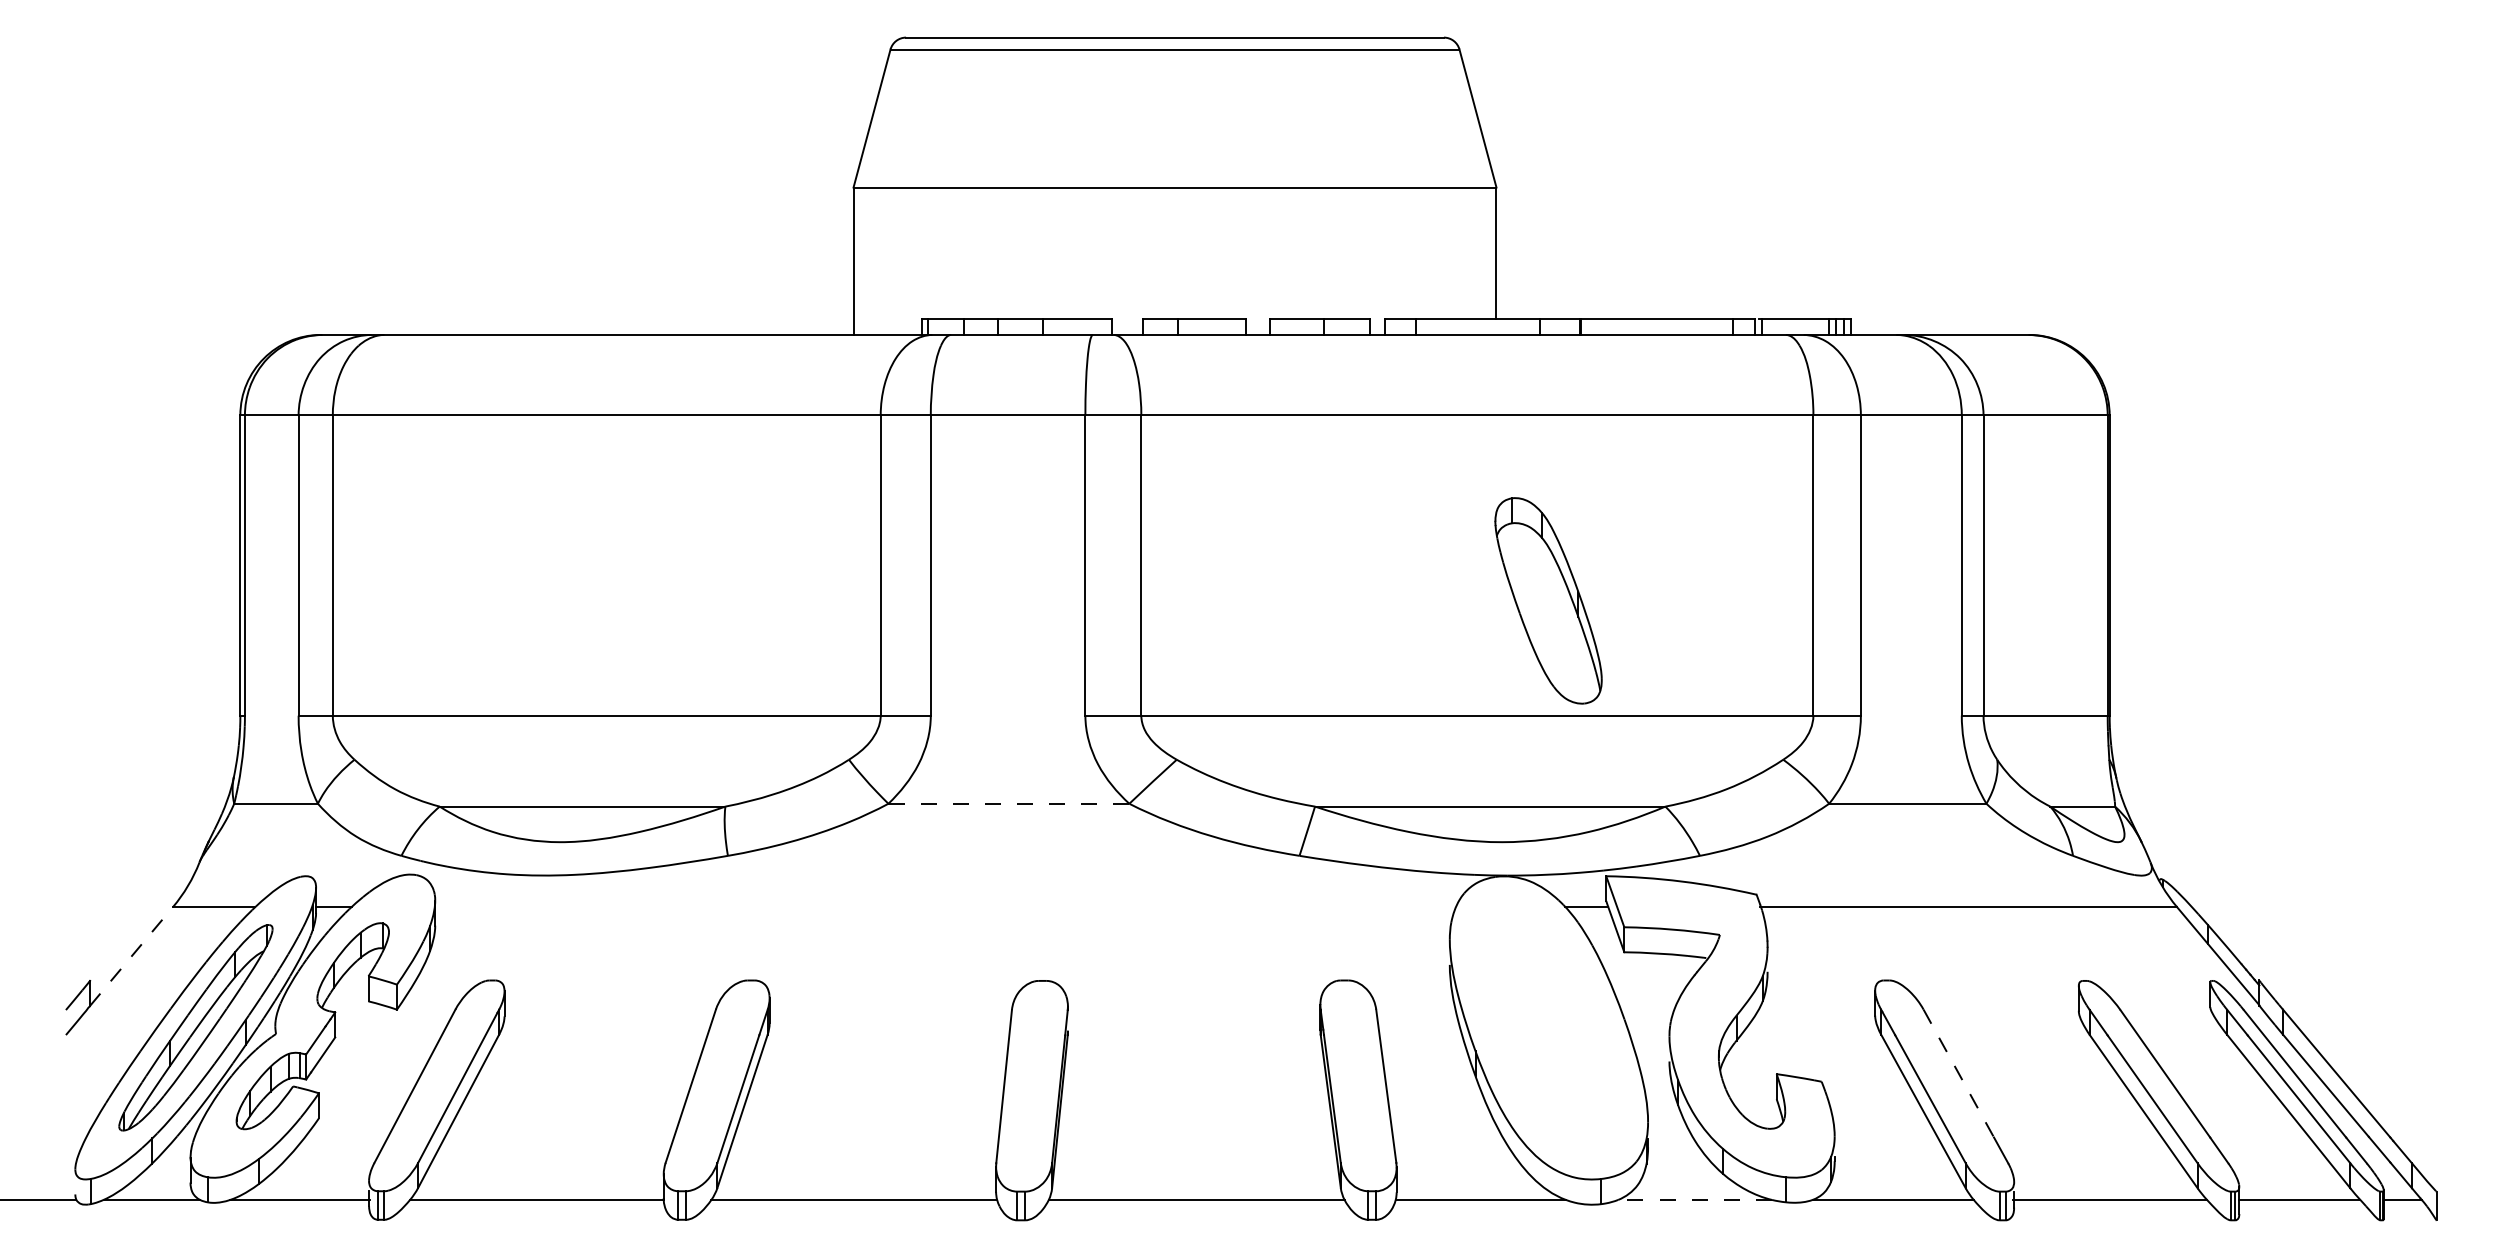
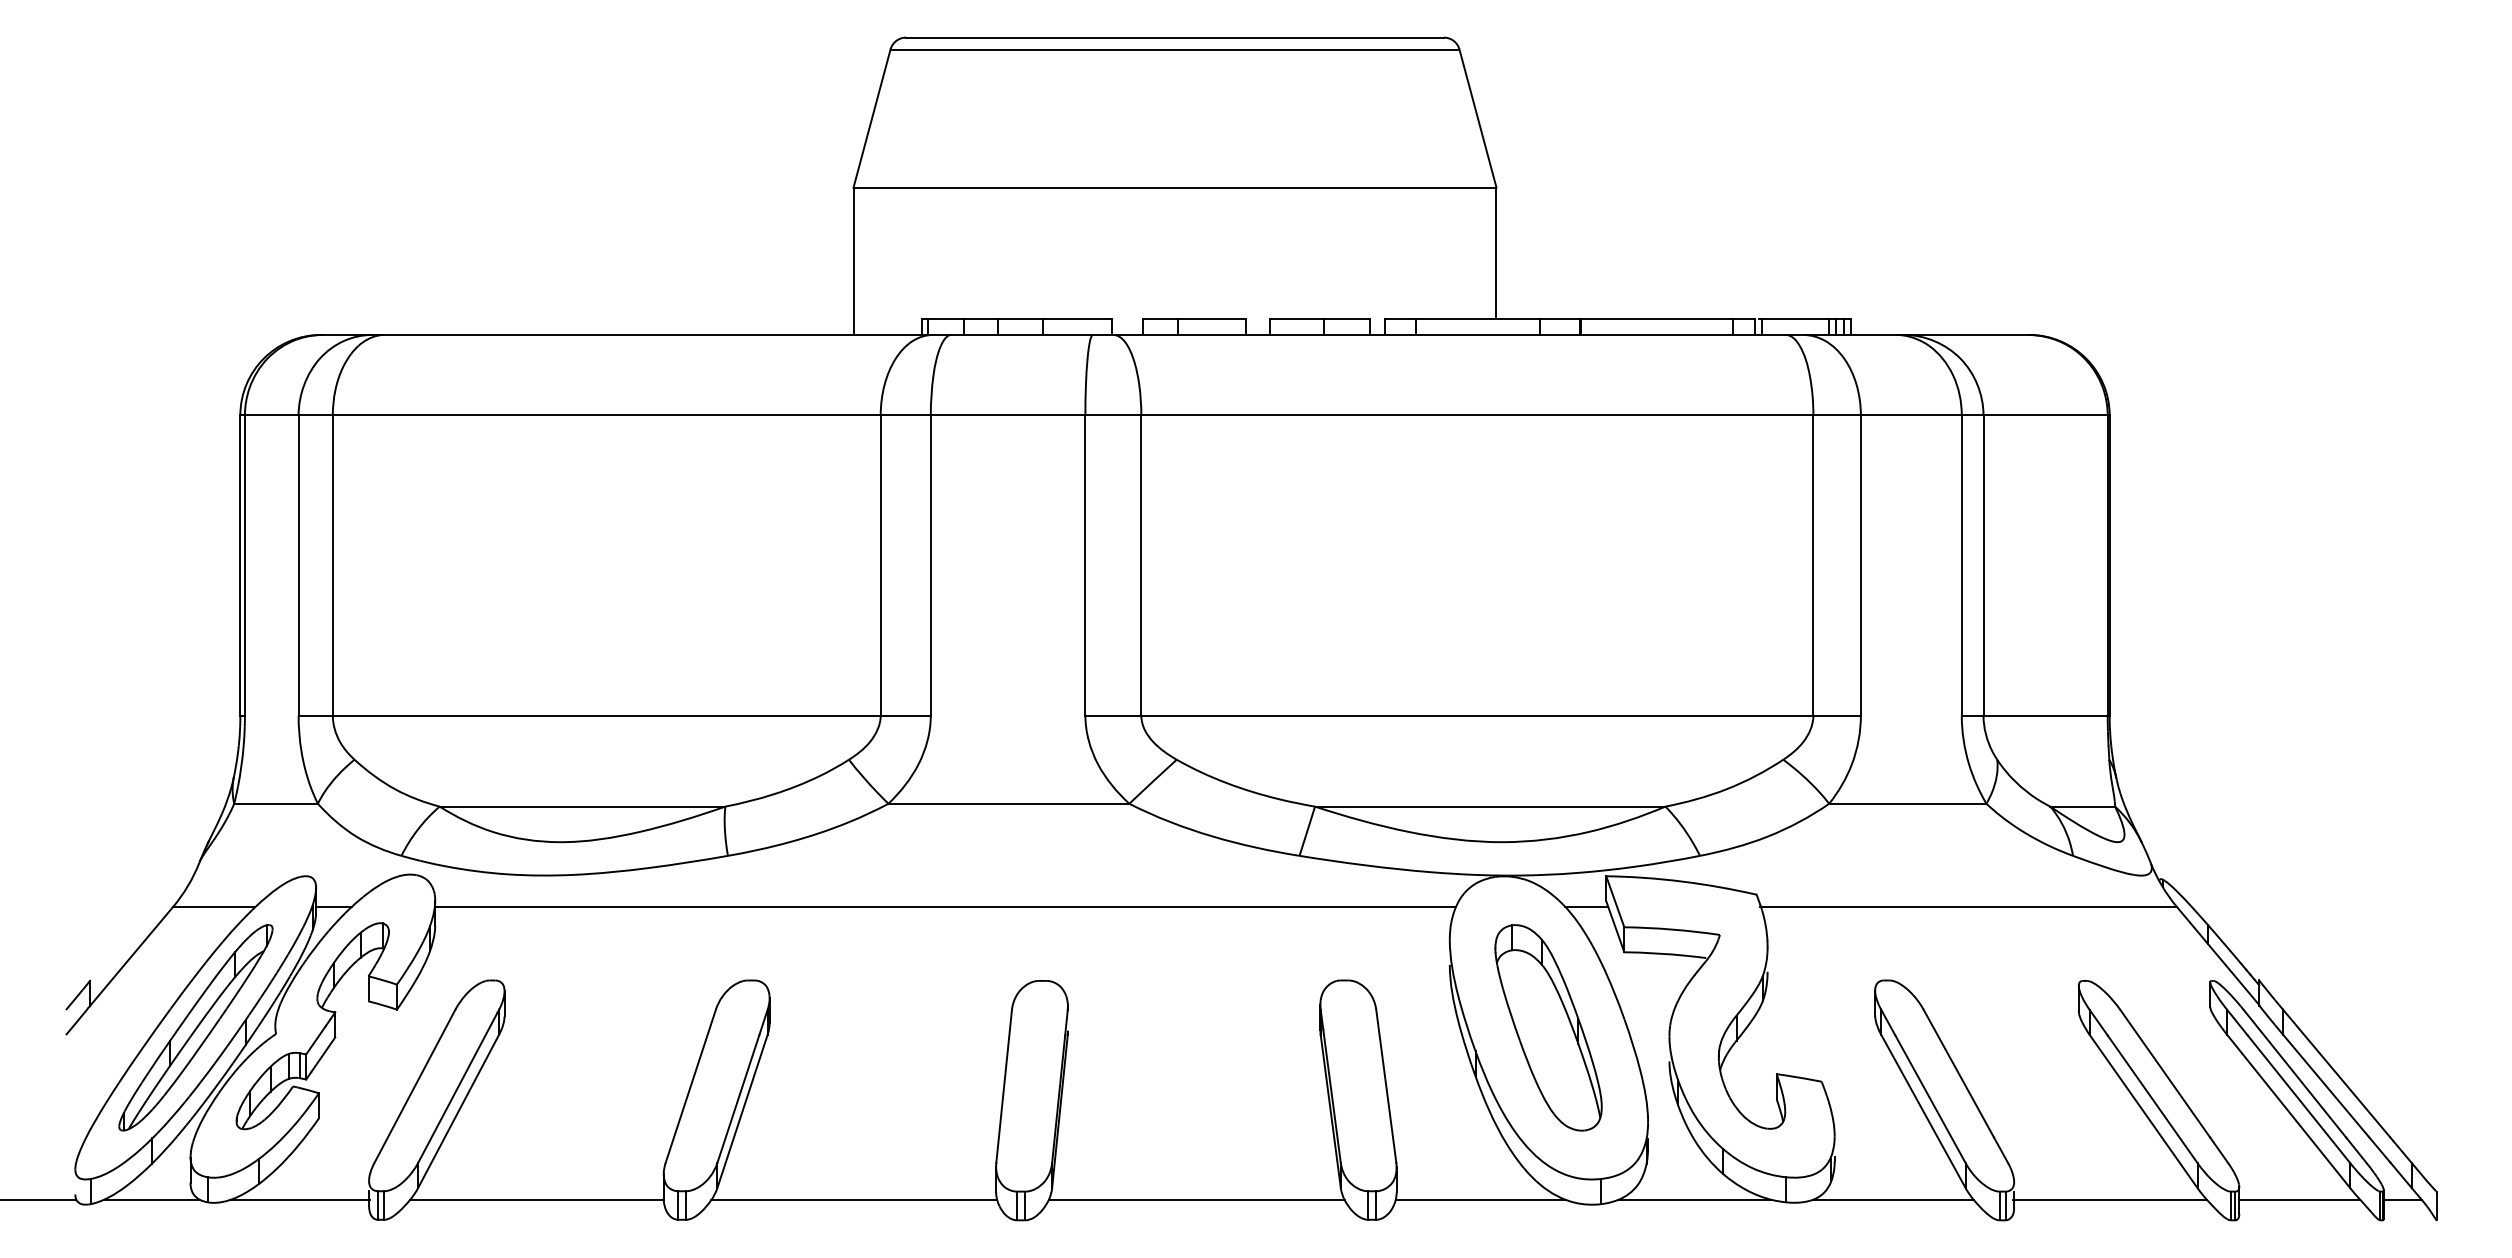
part at (1548, 600) position: (1548, 600) -> (1548, 1027)
line at (1009, 803): dashed -> solid
line at (945, 907): none -> present
line at (131, 956): dashed -> solid
line at (1959, 1074): dashed -> solid
line at (1695, 1199): dashed -> solid
